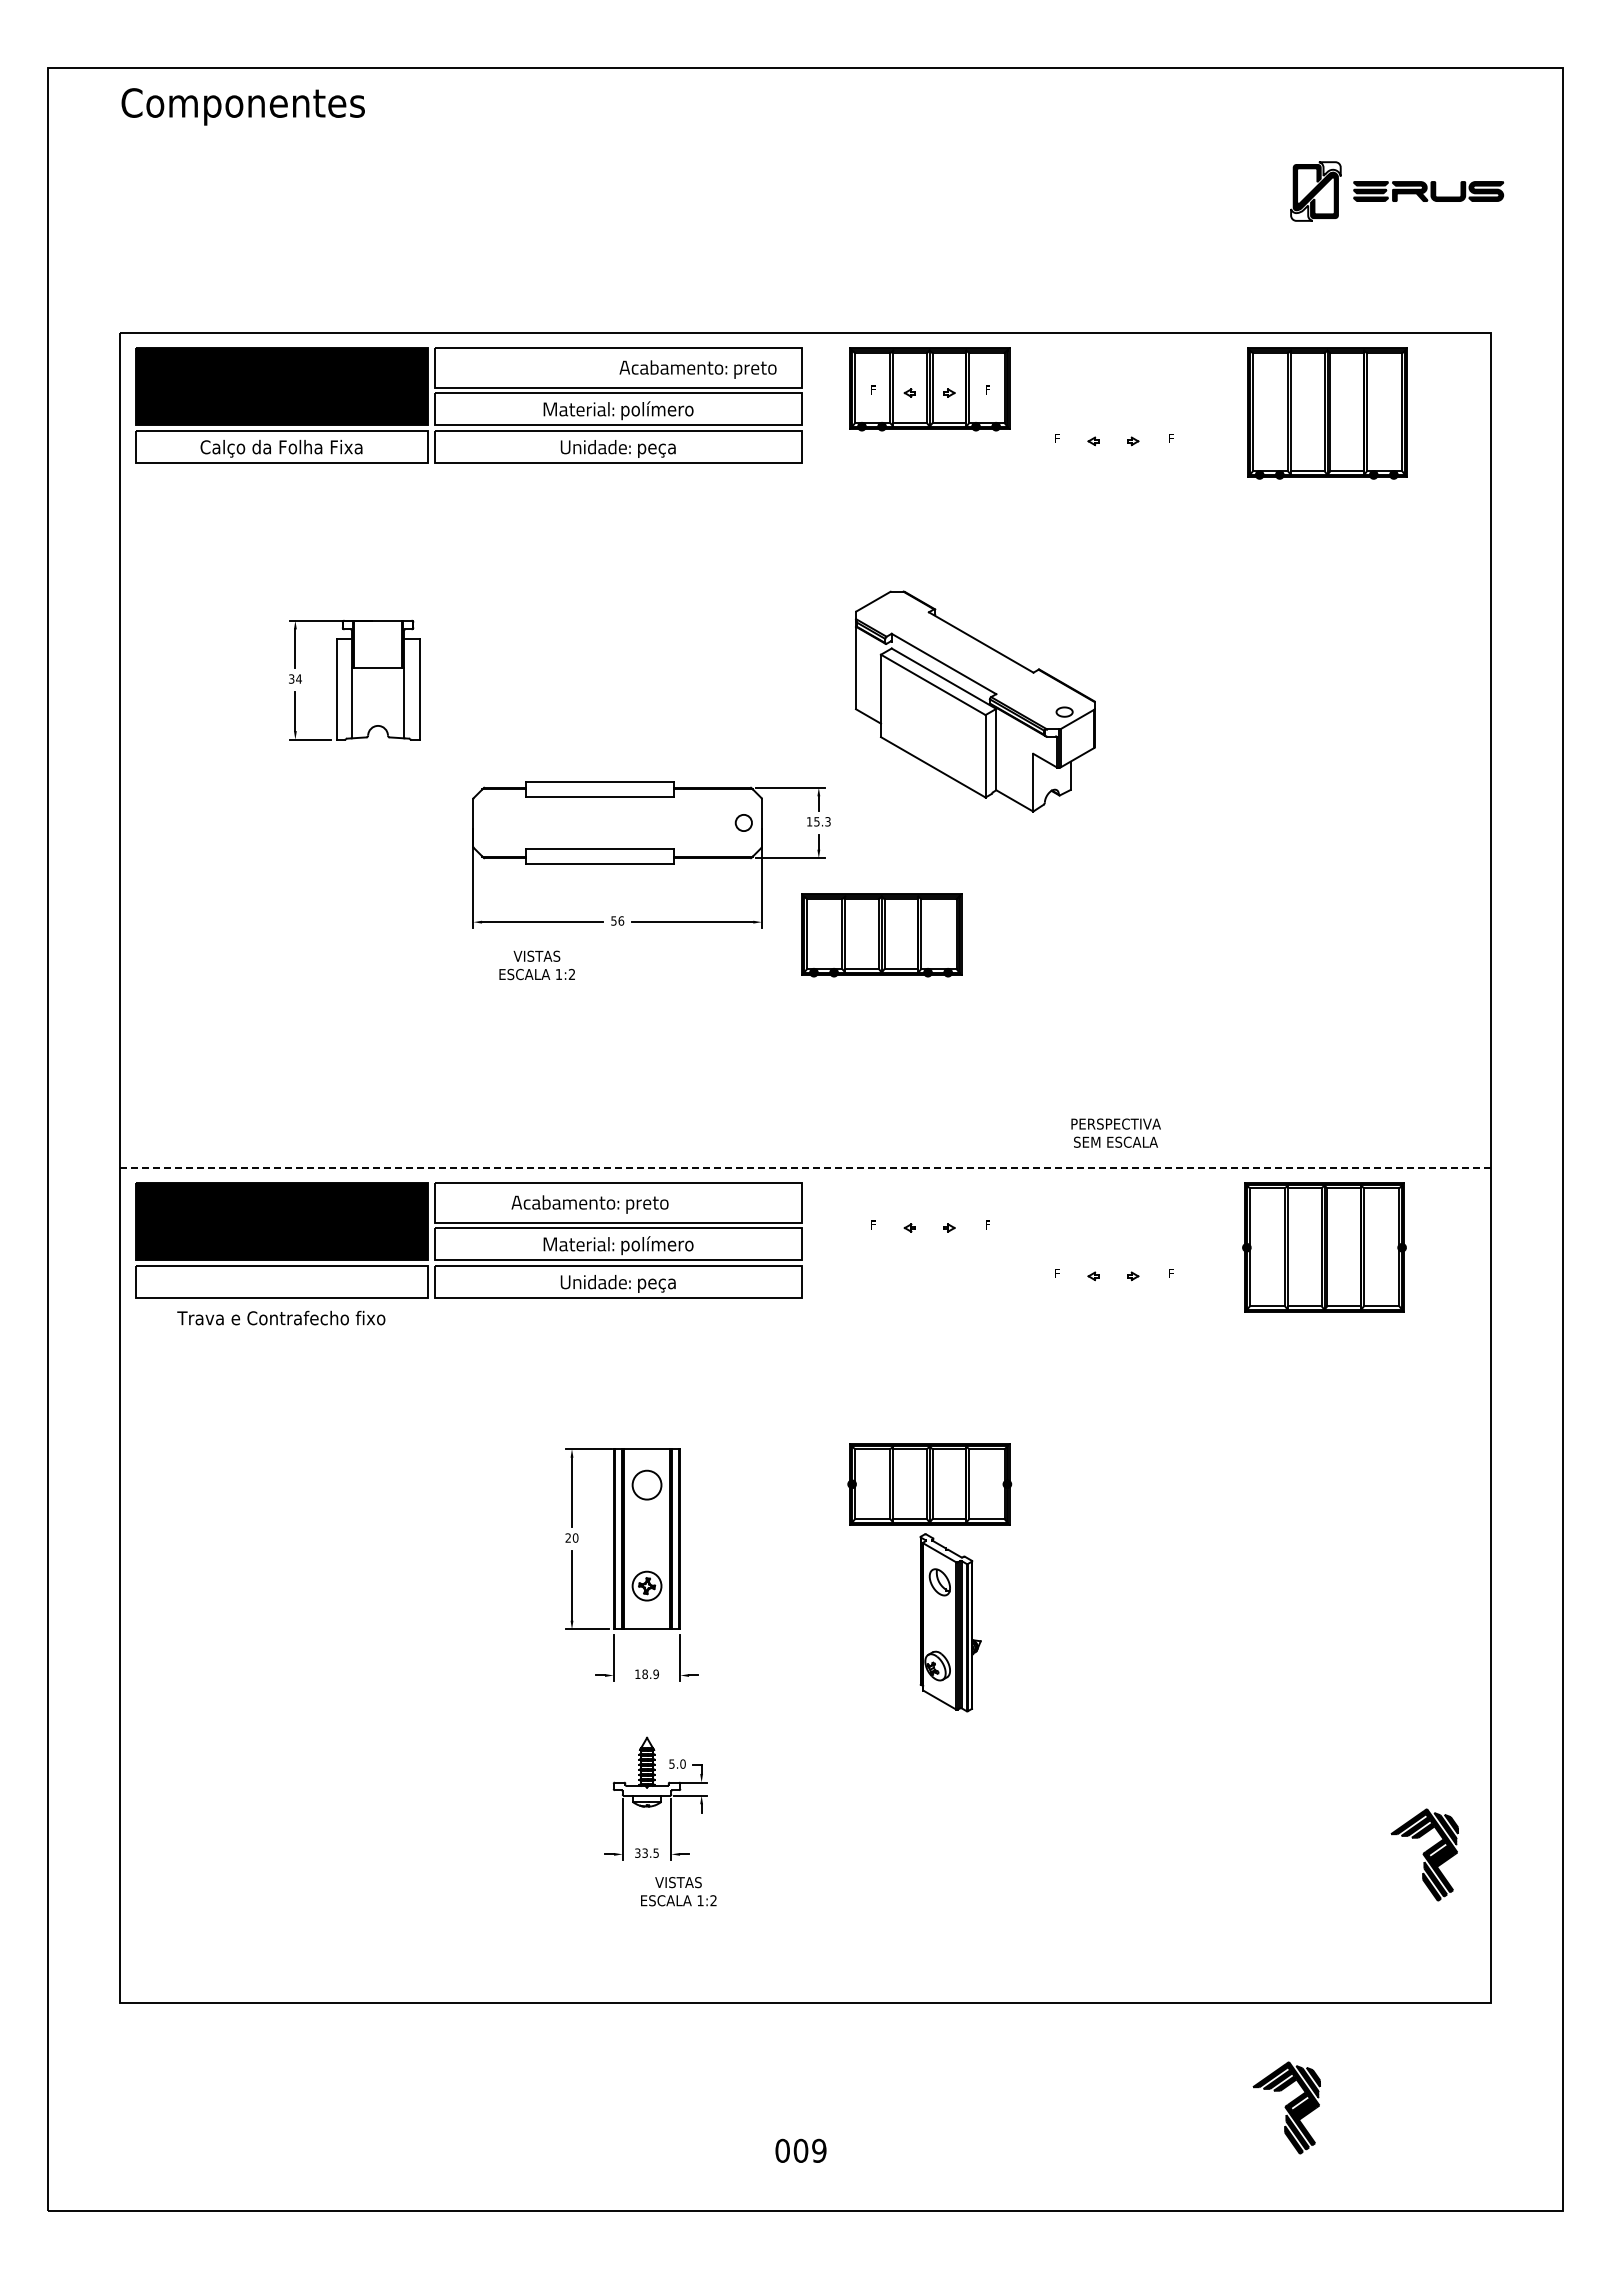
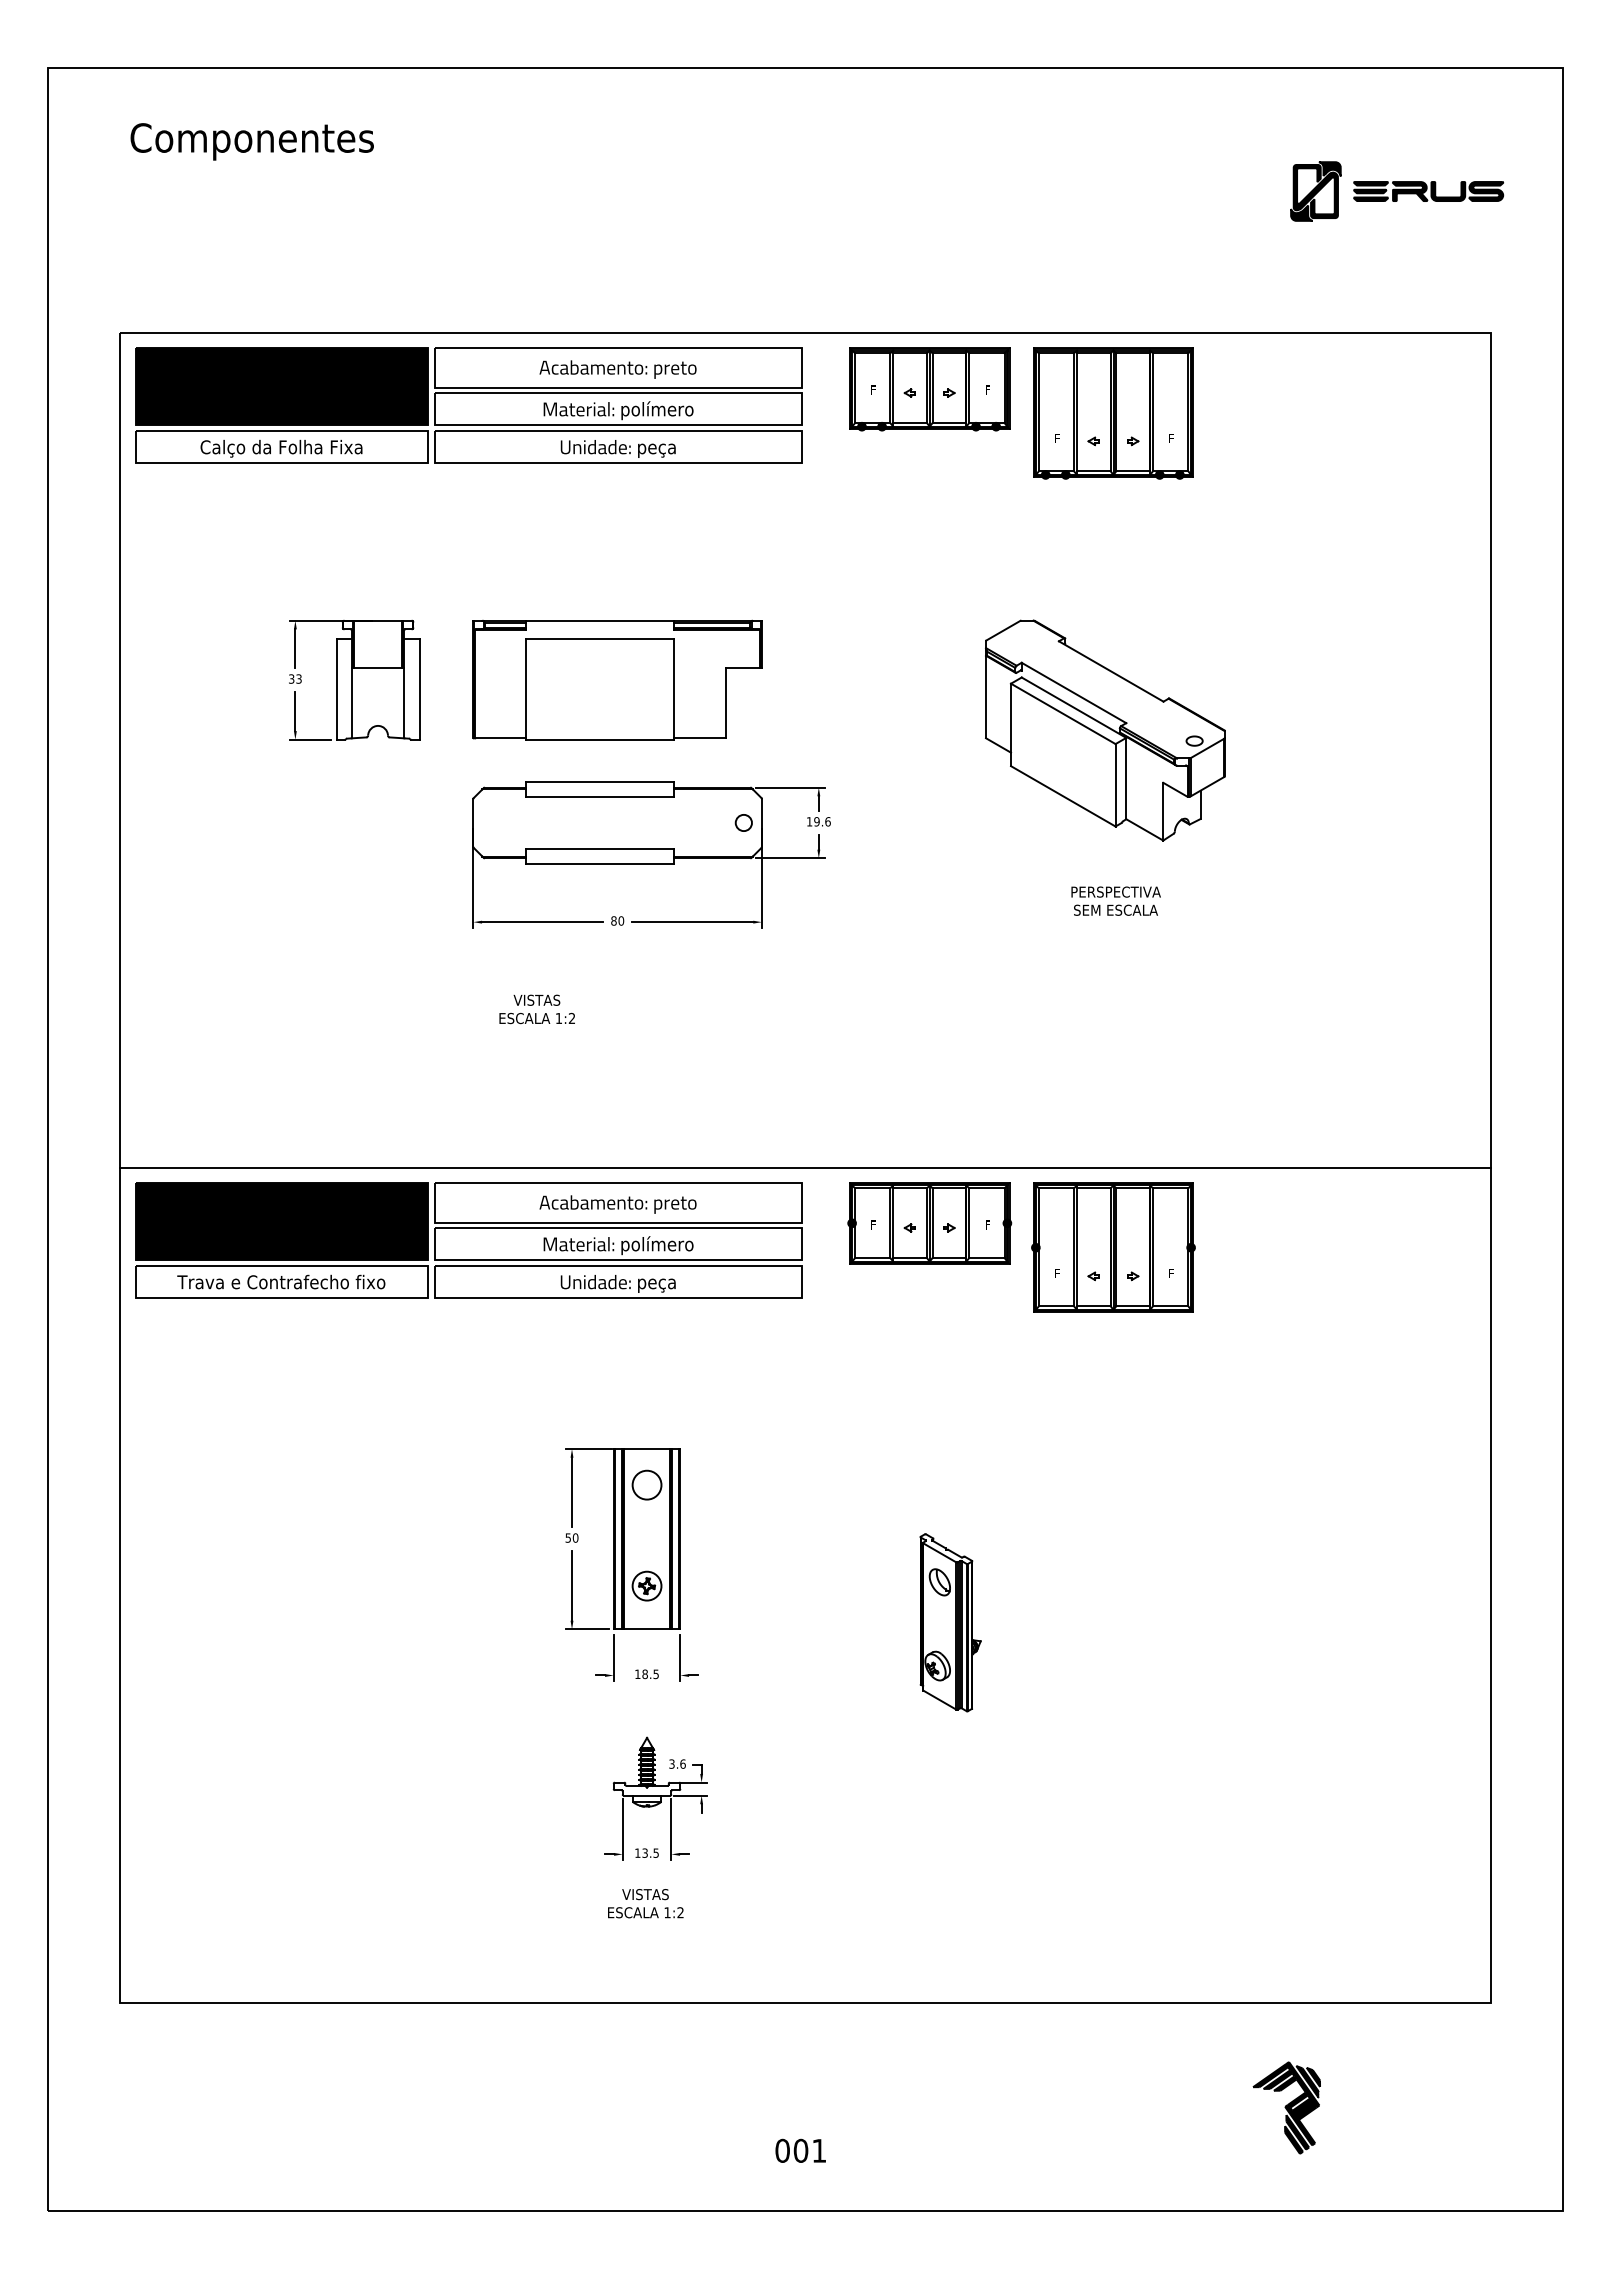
text at (242, 106) position: (242, 106) -> (251, 141)
fill at (1329, 169): none -> present
fill at (1301, 212): none -> present
text at (697, 369) position: (697, 369) -> (617, 369)
part at (1327, 413) position: (1327, 413) -> (1113, 413)
text at (298, 678): 34 -> 33
part at (617, 679): none -> present
part at (975, 701) position: (975, 701) -> (1105, 730)
text at (822, 821): 15.3 -> 19.6
text at (617, 920): 56 -> 80
part at (881, 935): present -> none
text at (536, 965) position: (536, 965) -> (536, 1009)
text at (1115, 1132) position: (1115, 1132) -> (1115, 900)
line at (805, 1168): dashed -> solid
text at (589, 1204) position: (589, 1204) -> (617, 1204)
part at (1324, 1247) position: (1324, 1247) -> (1113, 1247)
text at (281, 1317) position: (281, 1317) -> (281, 1281)
part at (929, 1484) position: (929, 1484) -> (929, 1223)
text at (567, 1537): 20 -> 50
text at (655, 1673): 18.9 -> 18.5
text at (677, 1763): 5.0 -> 3.6
text at (637, 1852): 33.5 -> 13.5
part at (1424, 1854): present -> none
text at (678, 1891) position: (678, 1891) -> (645, 1903)
text at (819, 2150): 009 -> 001
